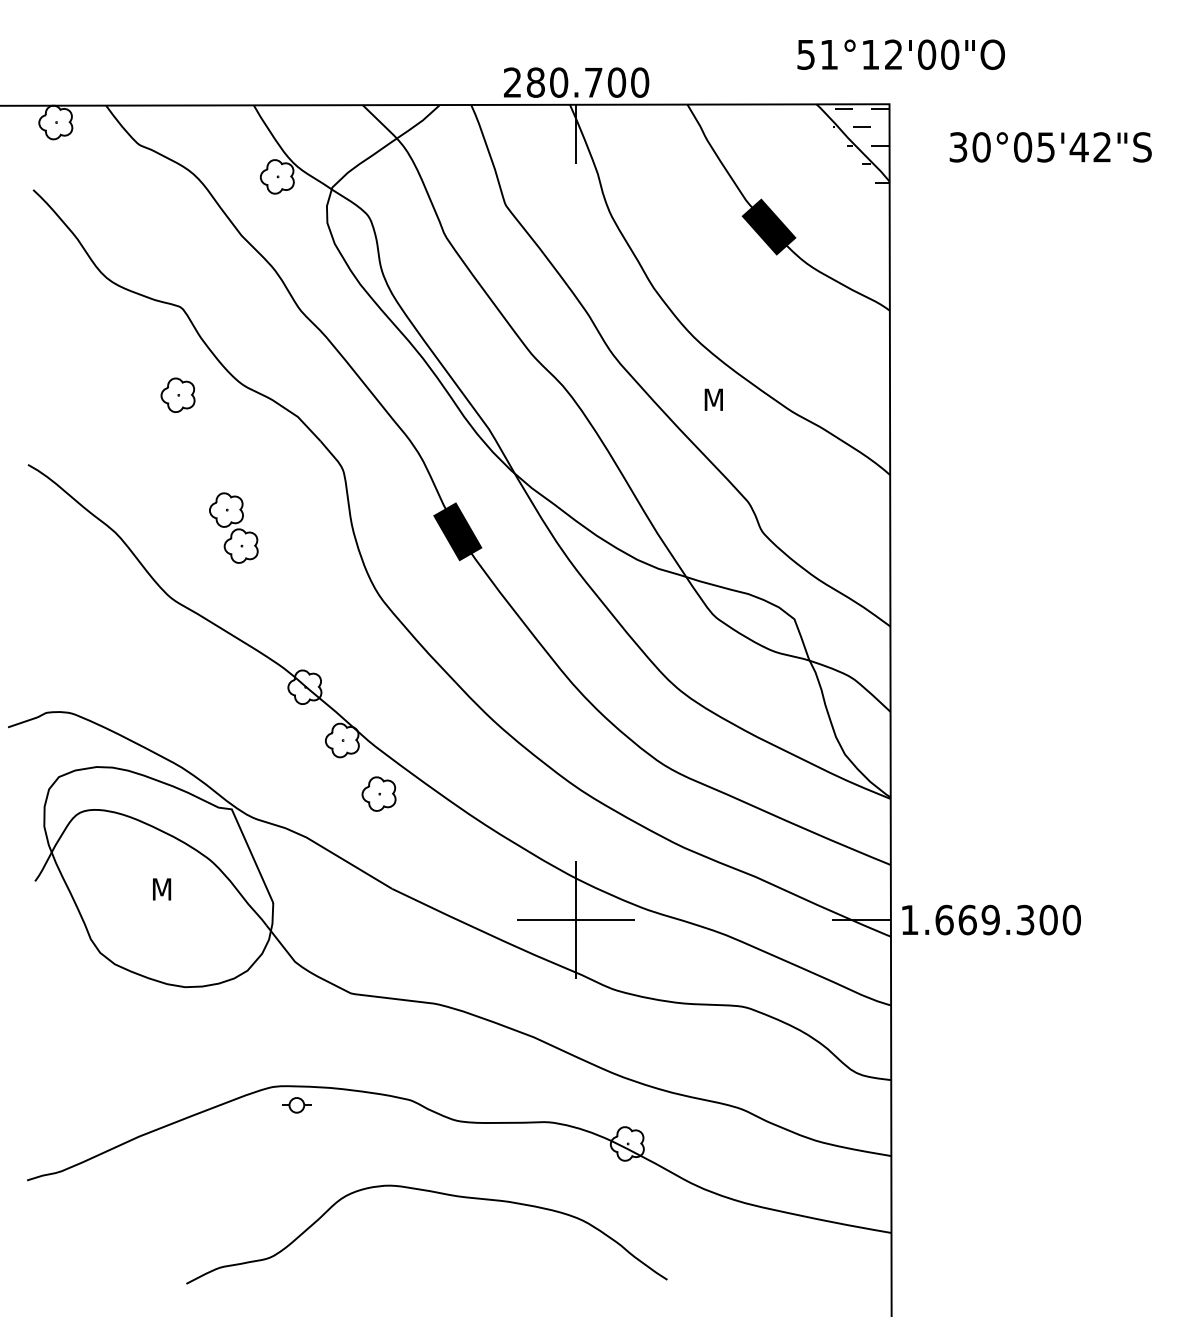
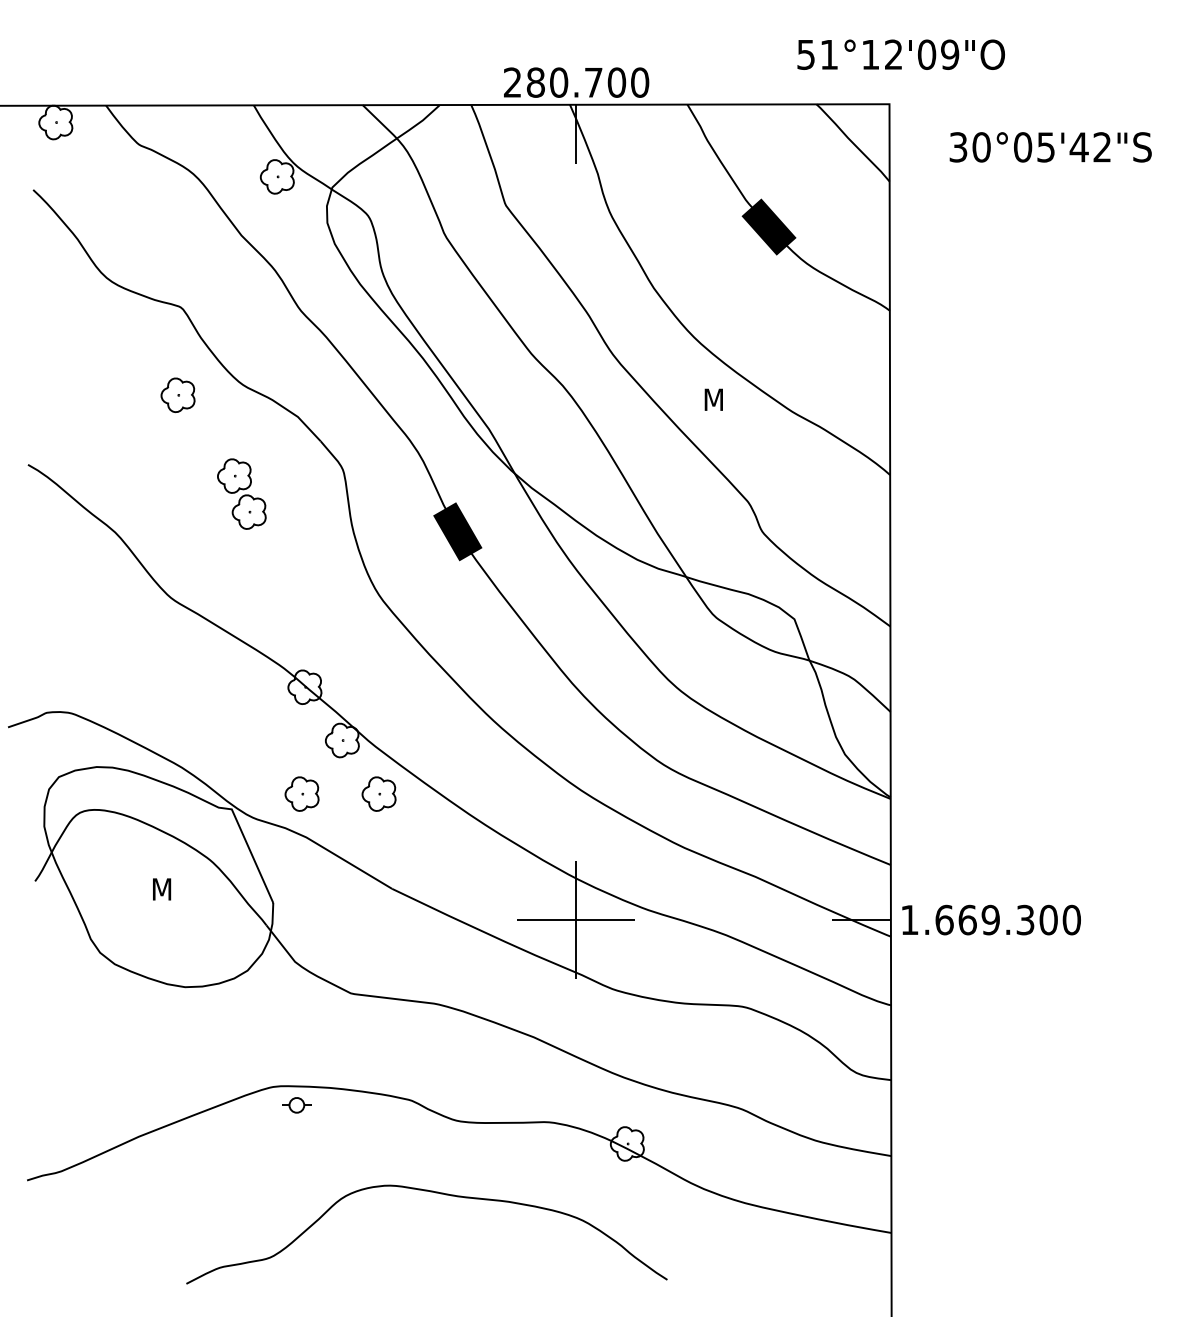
text at (950, 54): 51°12'00"O -> 51°12'09"O
hatch at (860, 145): present -> none
part at (233, 527) position: (233, 527) -> (241, 493)
part at (301, 793): none -> present
